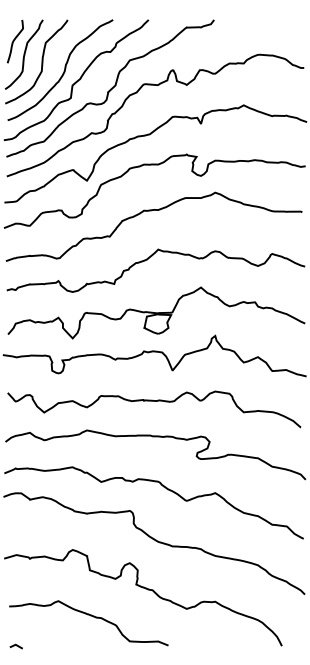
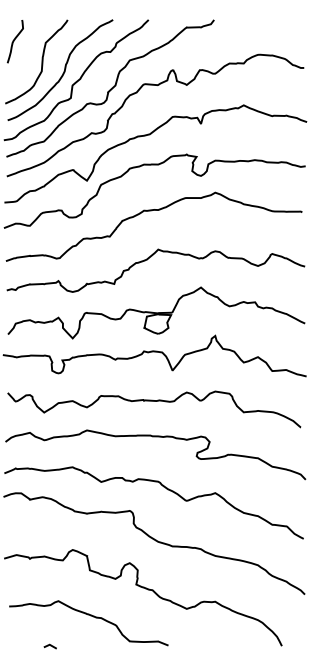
curve at (23, 54): present -> none
line at (15, 645) position: (15, 645) -> (49, 645)
